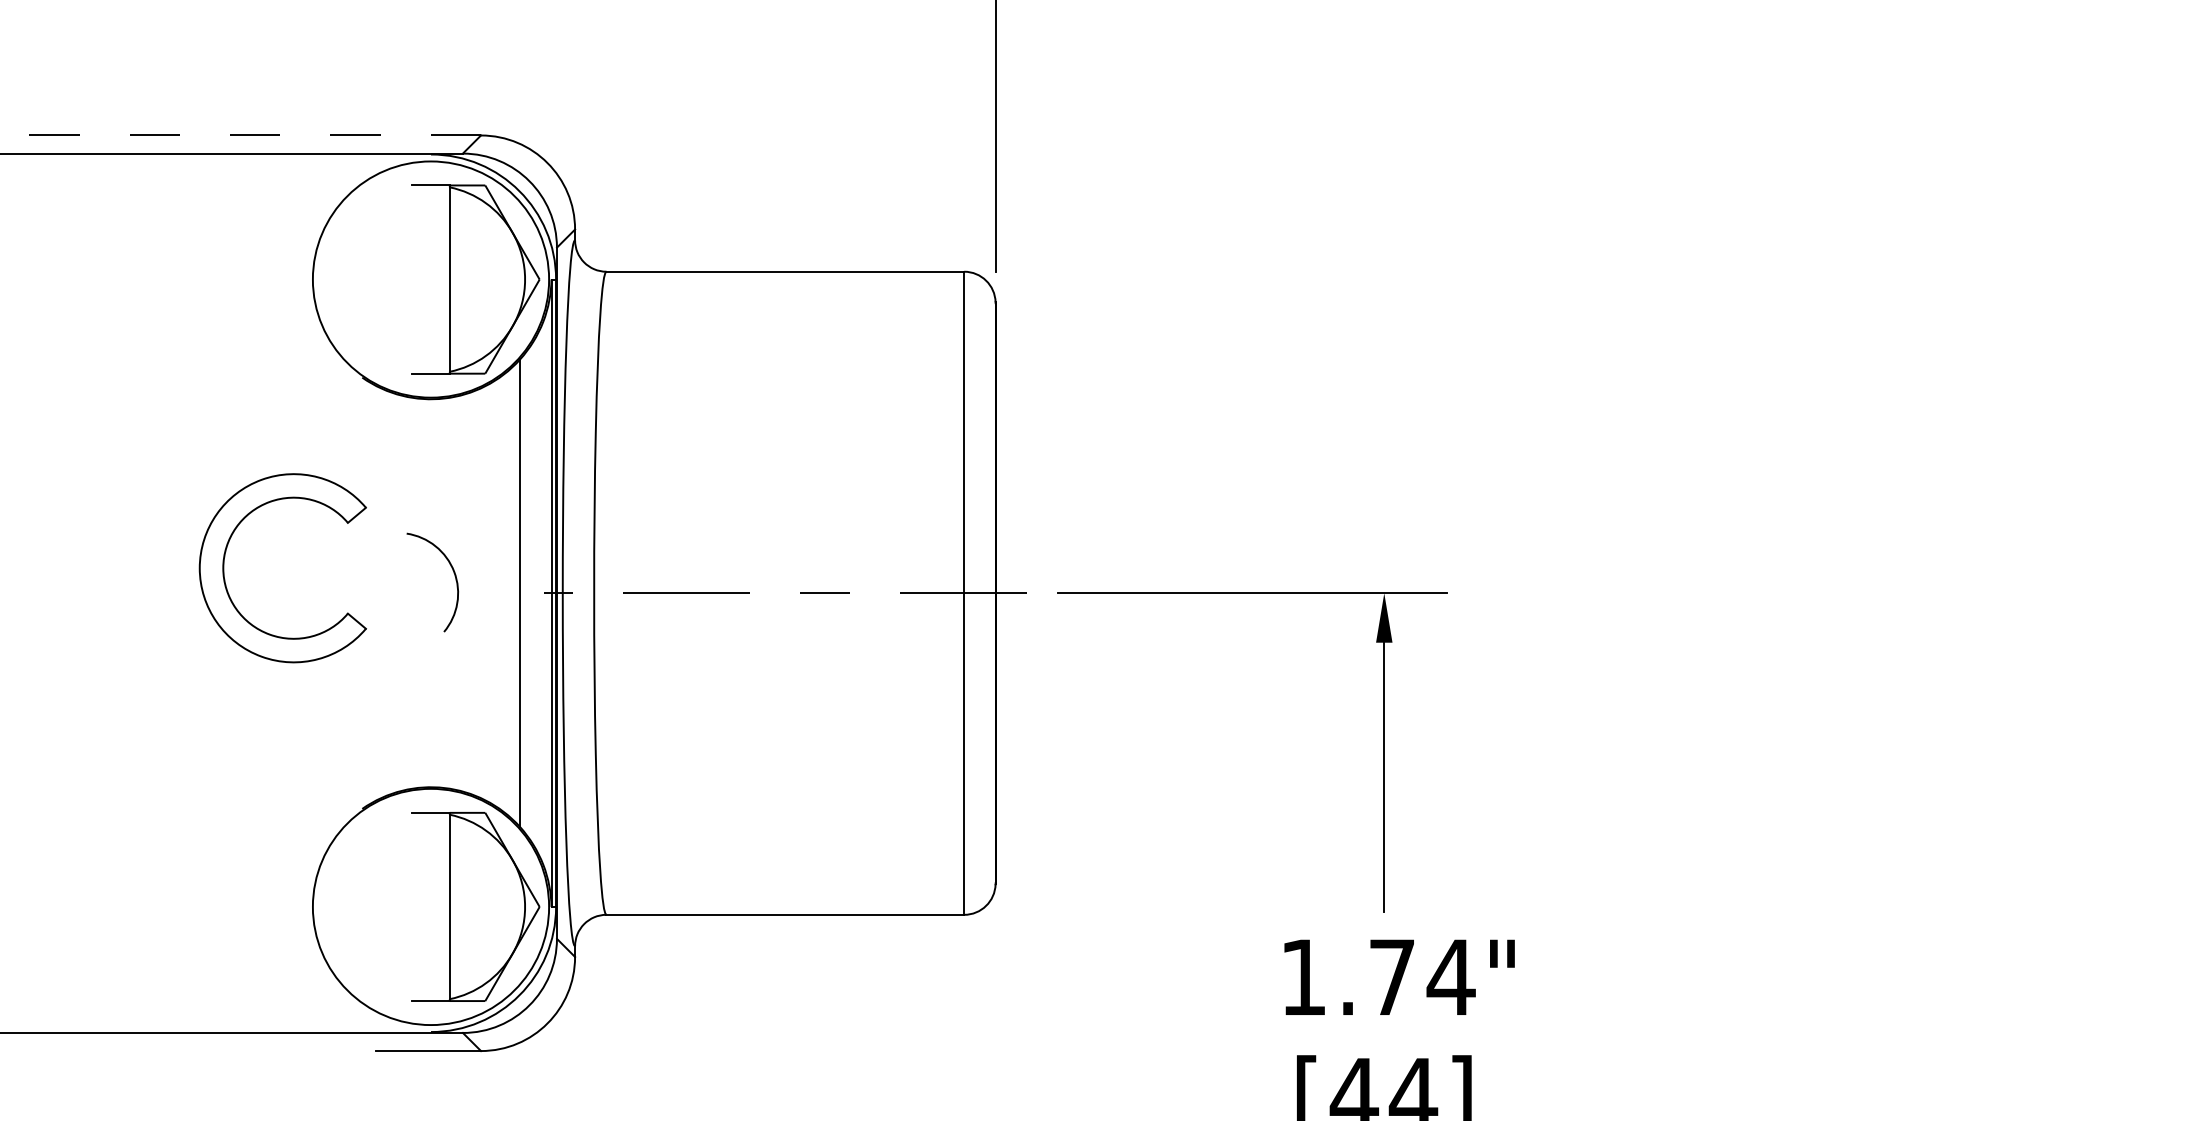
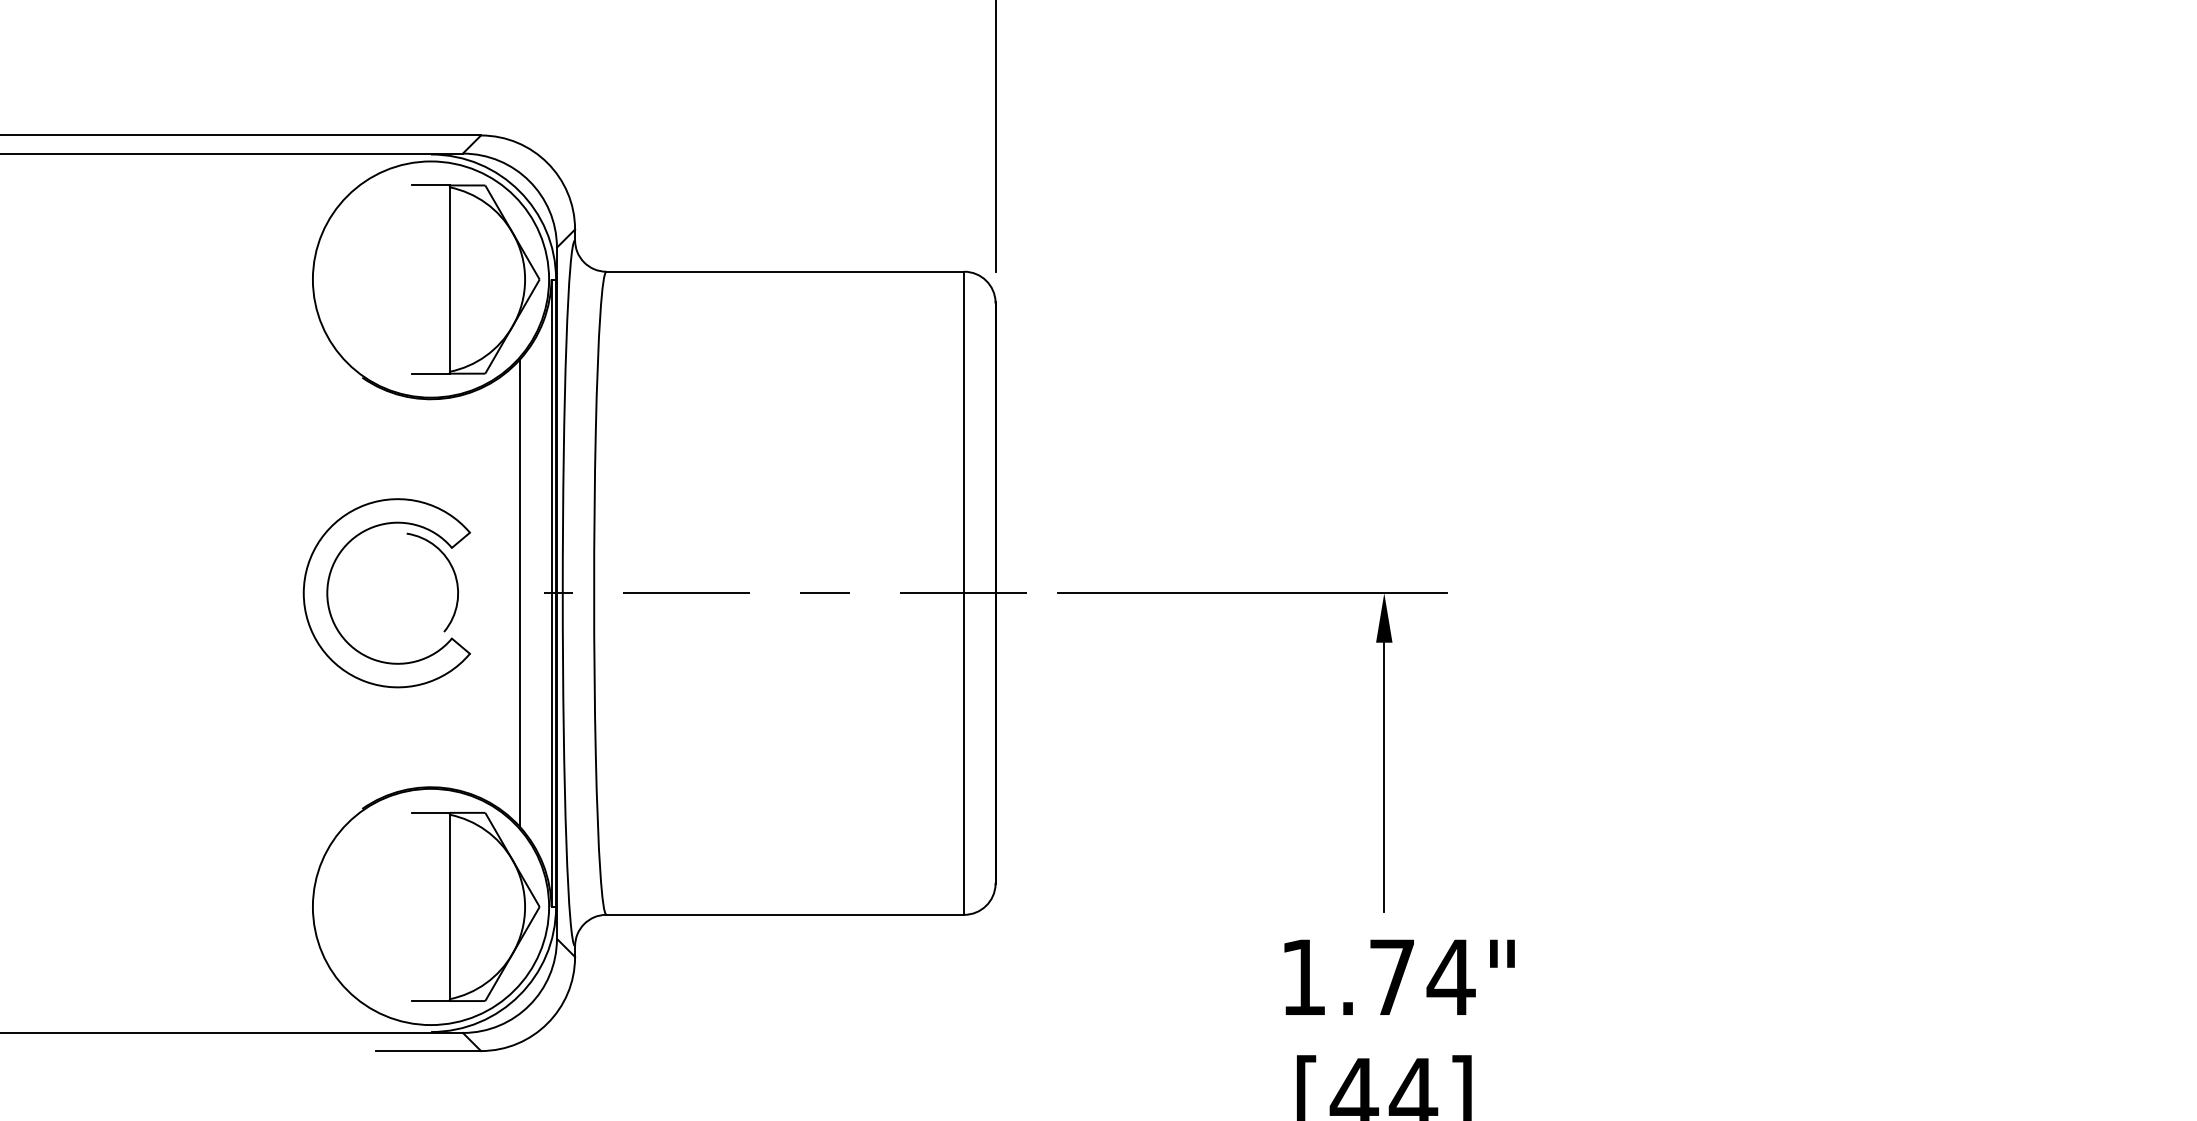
line at (240, 135): dashed -> solid
part at (224, 568) position: (224, 568) -> (328, 593)
